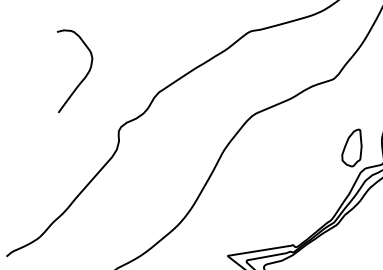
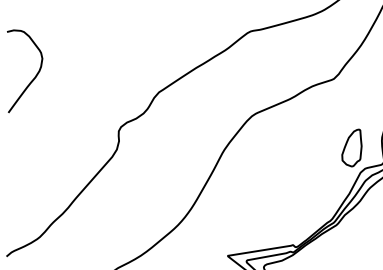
curve at (84, 76) position: (84, 76) -> (34, 76)
